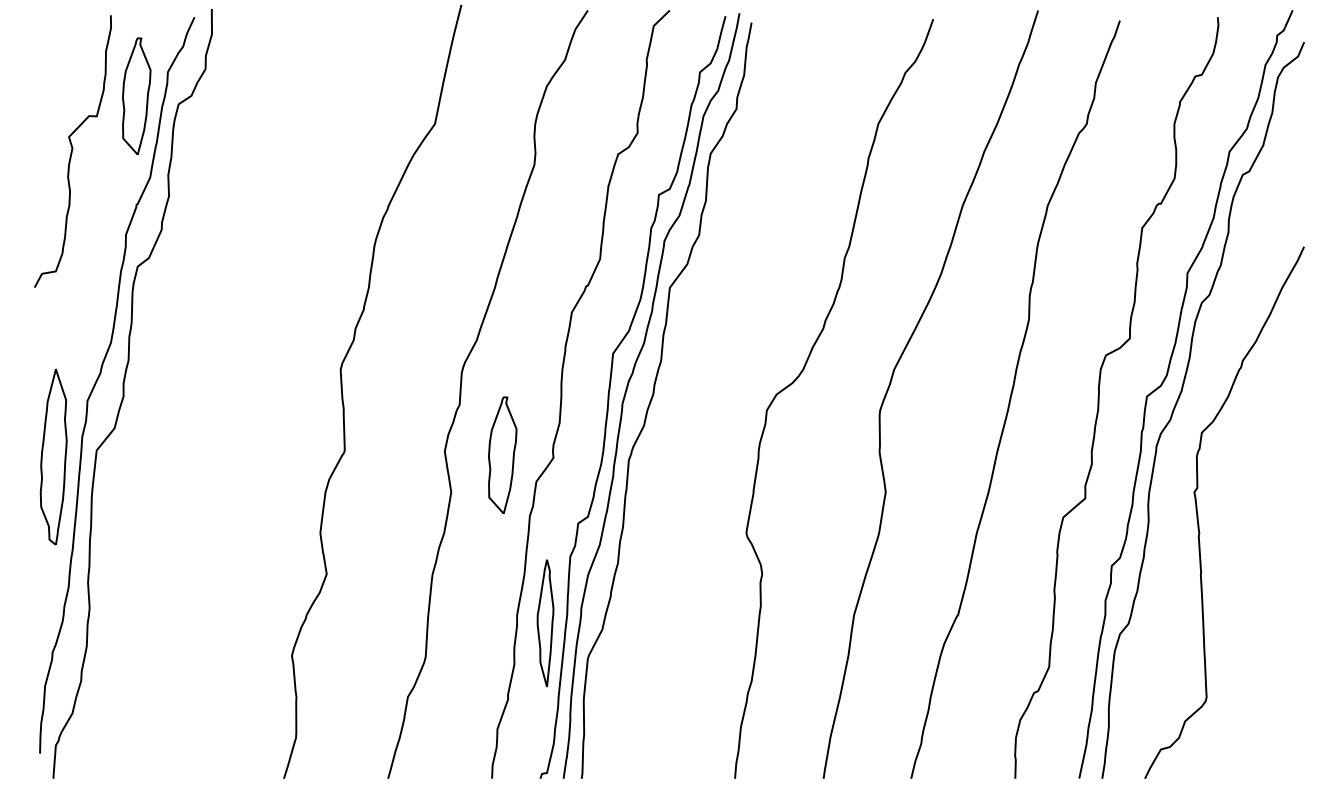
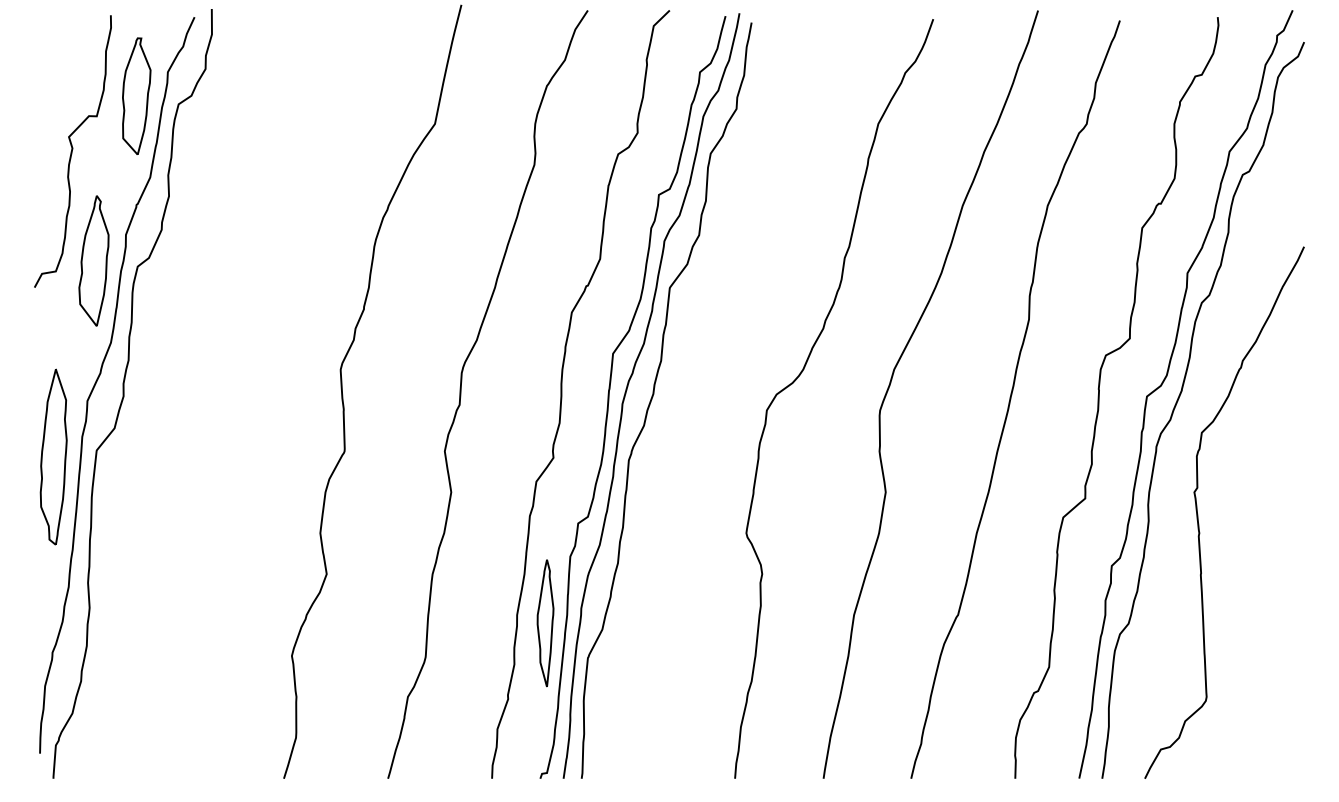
part at (93, 260): none -> present
part at (502, 454): present -> none
